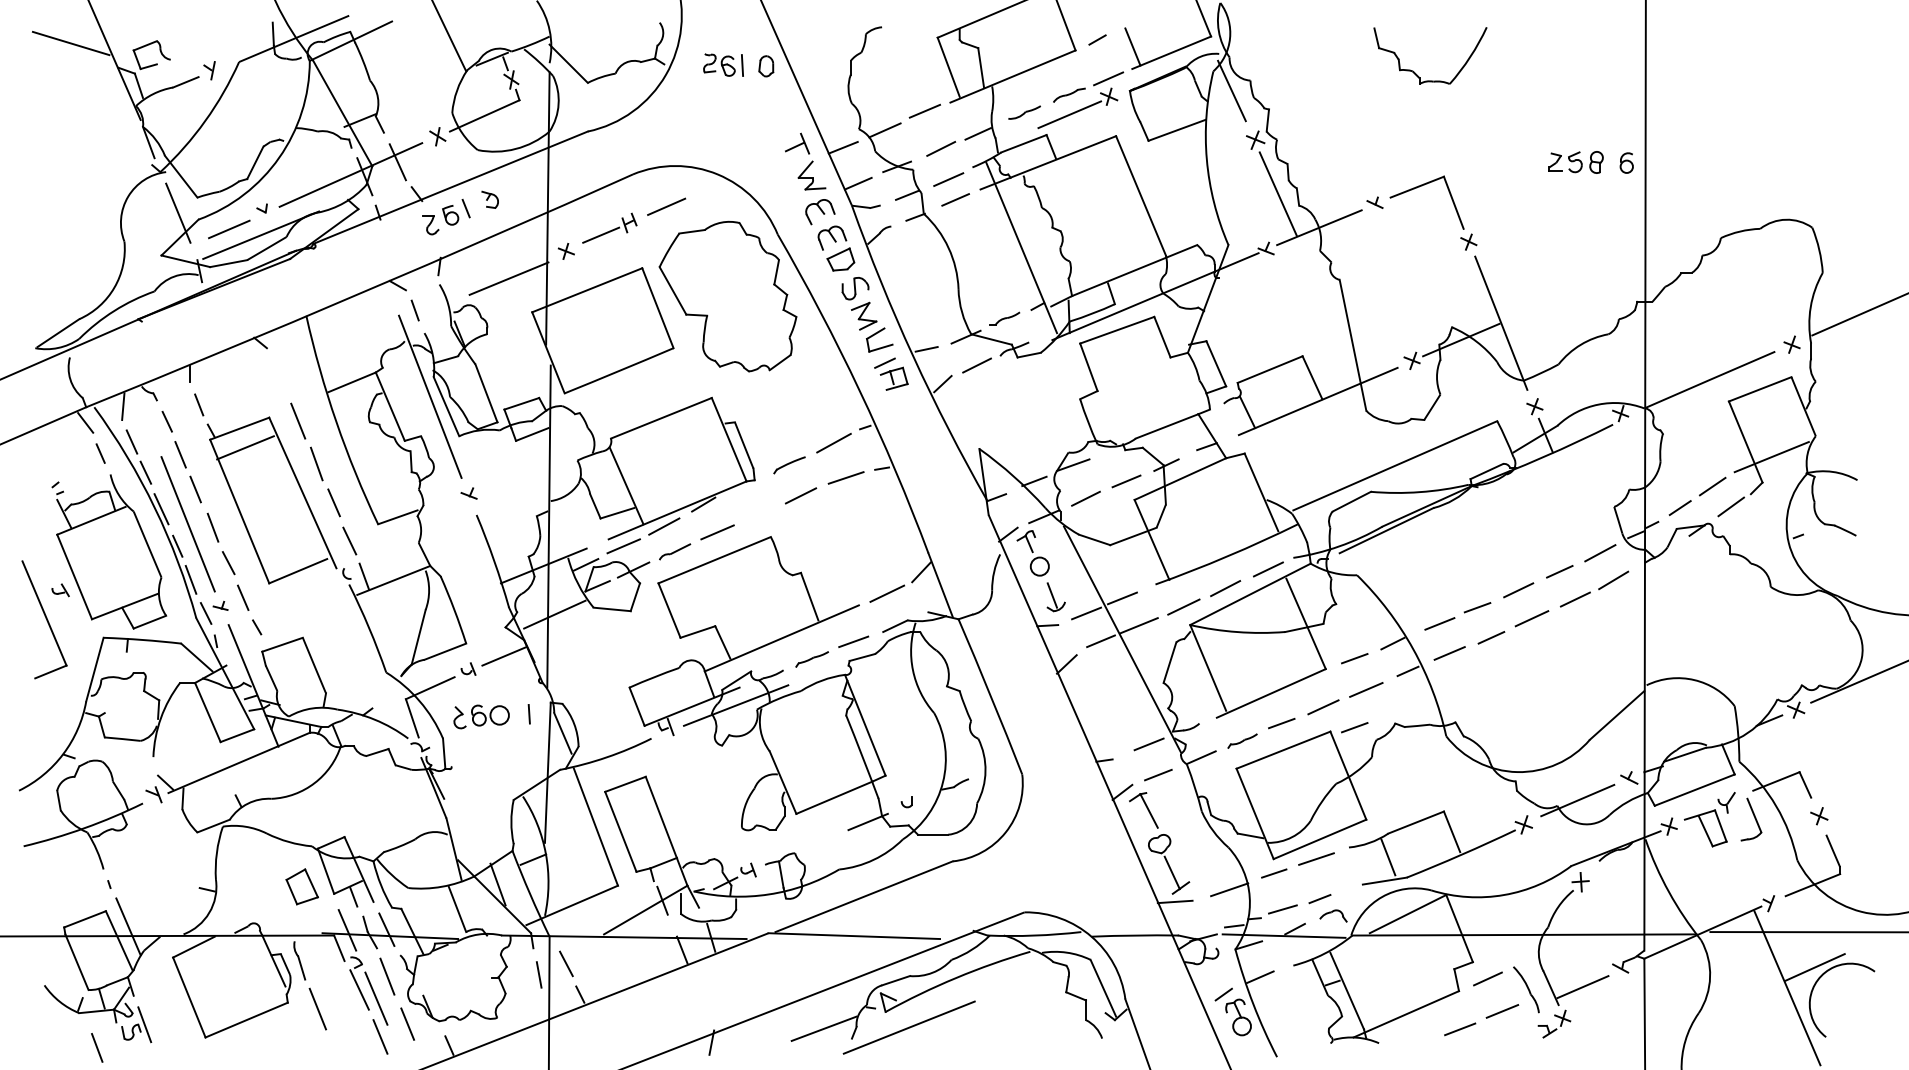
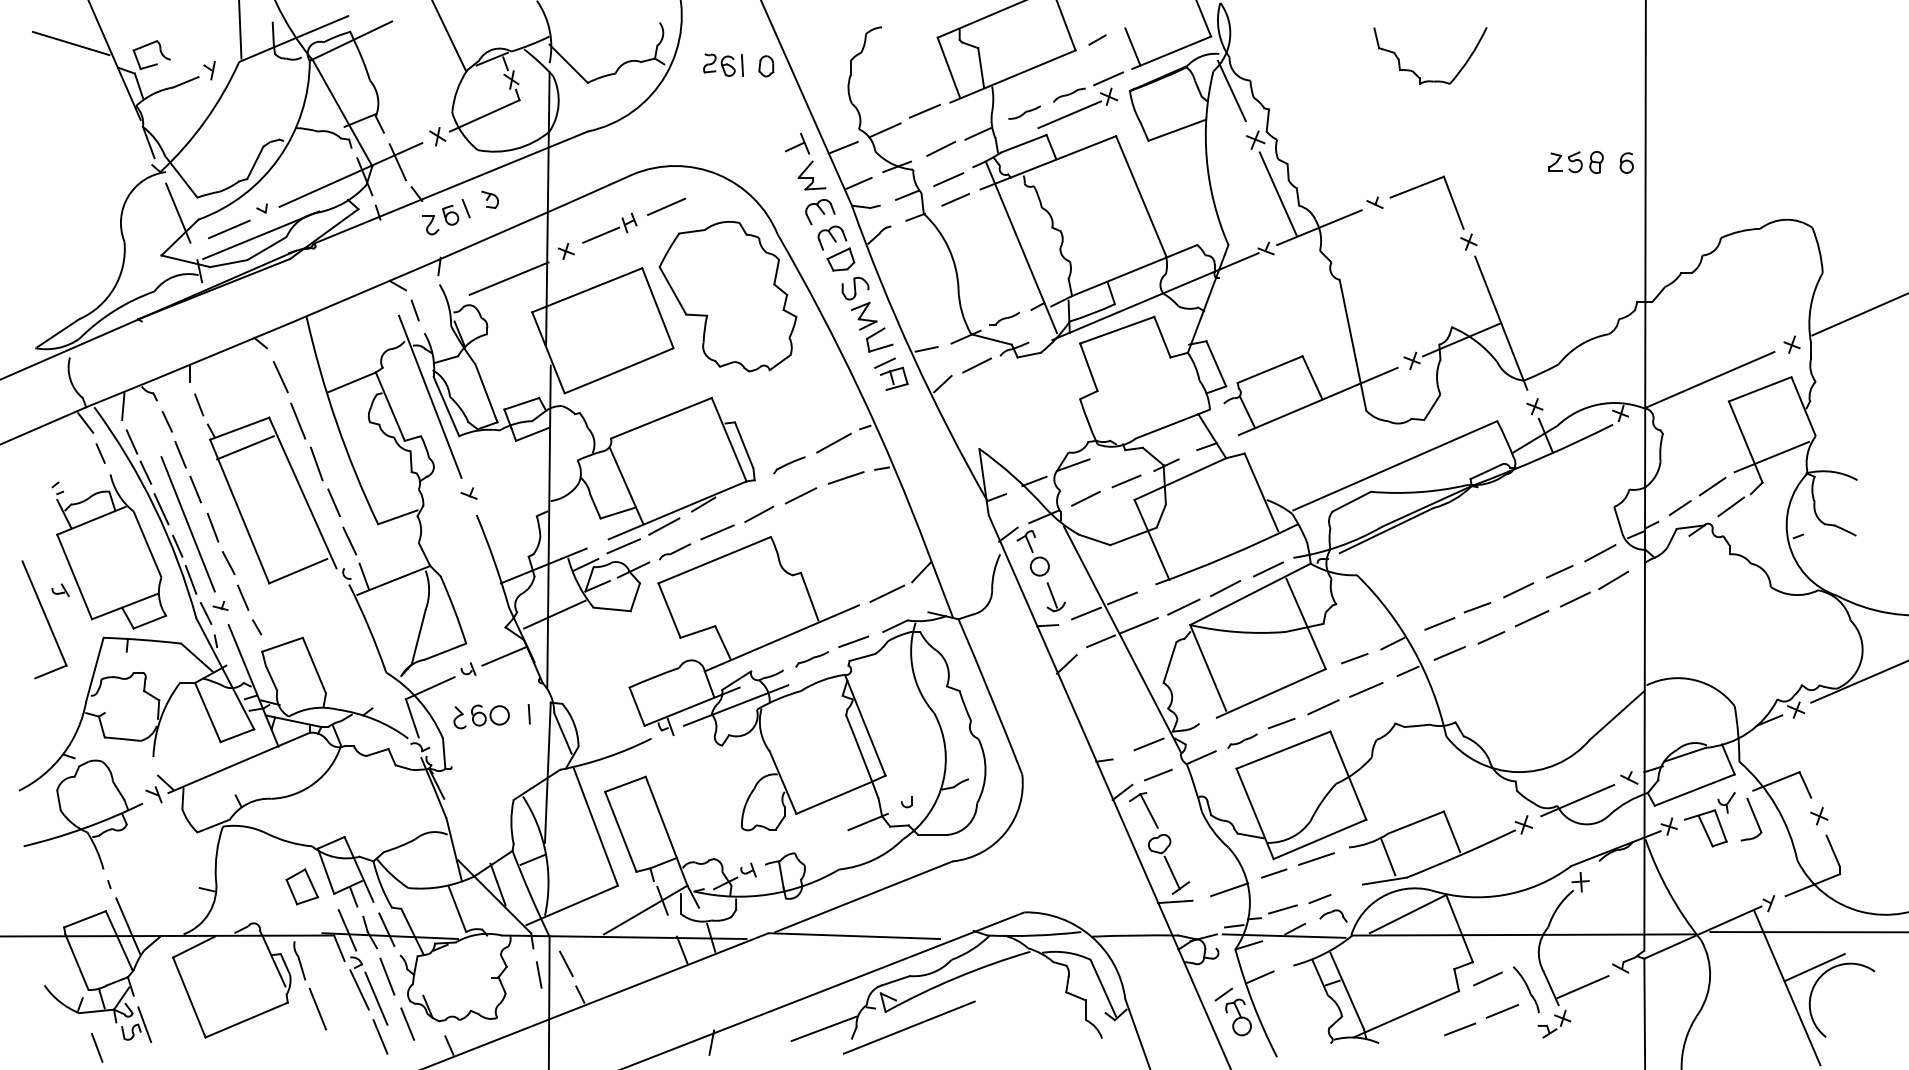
line at (240, 30): none -> present
line at (280, 377): none -> present
line at (759, 513): none -> present
line at (1354, 727): present -> none
